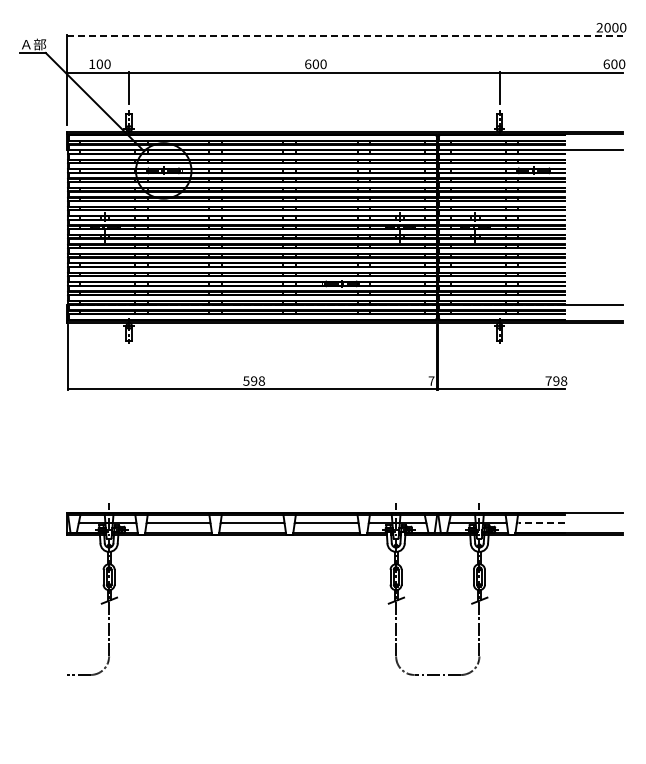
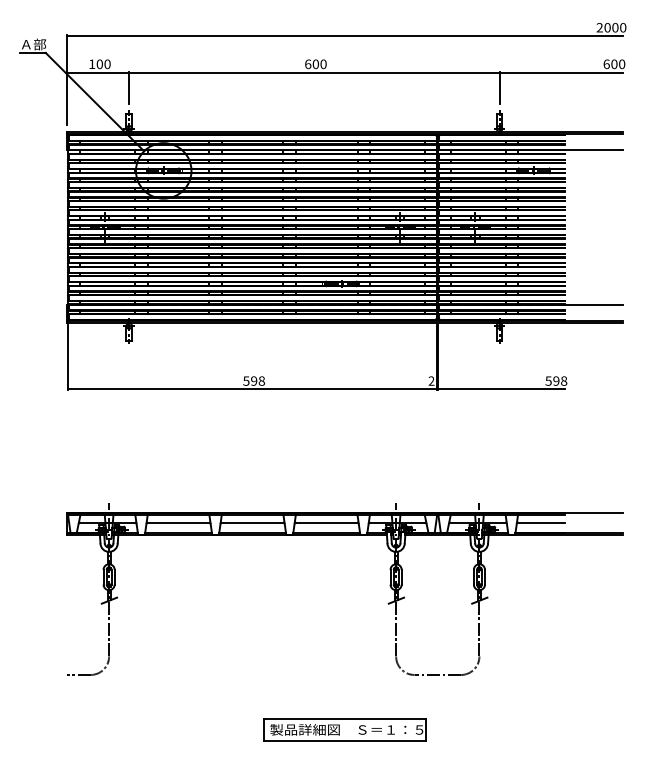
line at (345, 36): dashed -> solid
text at (431, 380): 7 -> 2
text at (548, 380): 798 -> 598
line at (541, 522): dashed -> solid
part at (344, 729): none -> present
